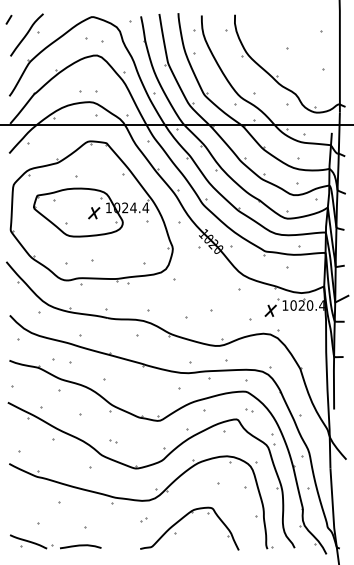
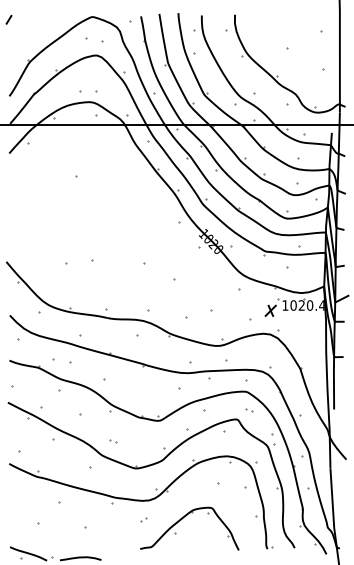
part at (26, 34): present -> none
part at (91, 212): present -> none
part at (55, 541) position: (55, 541) -> (55, 553)
